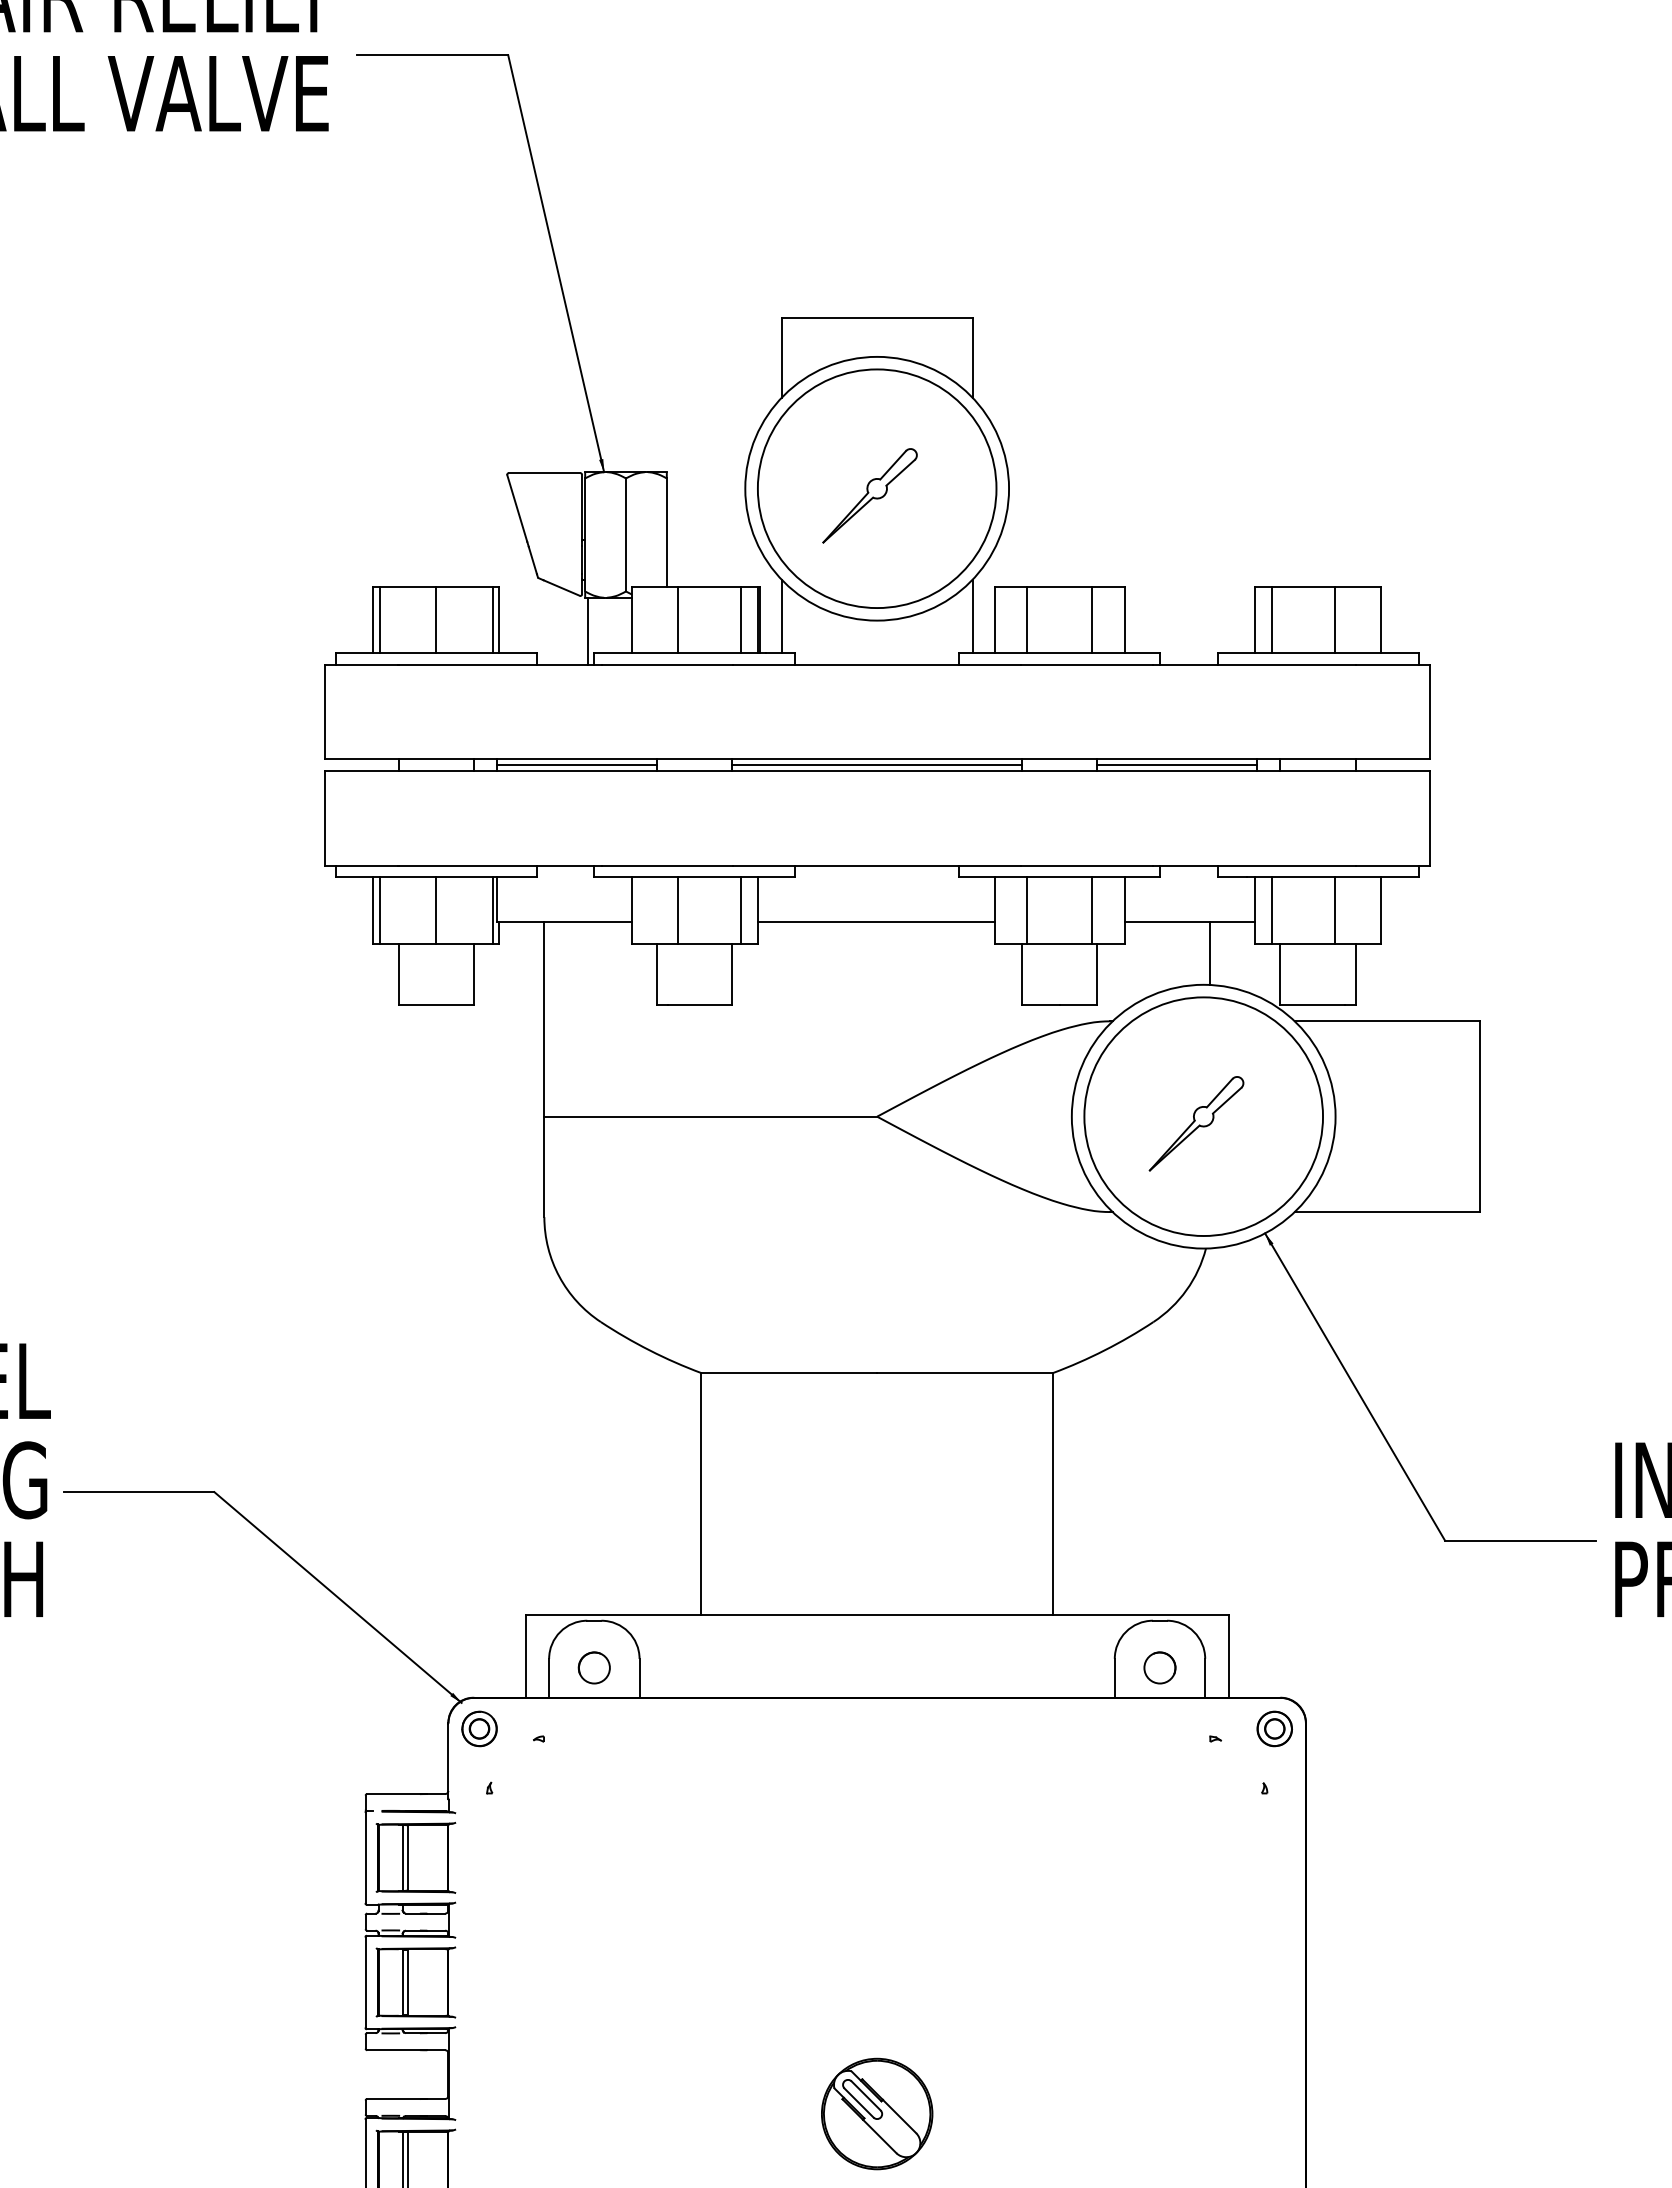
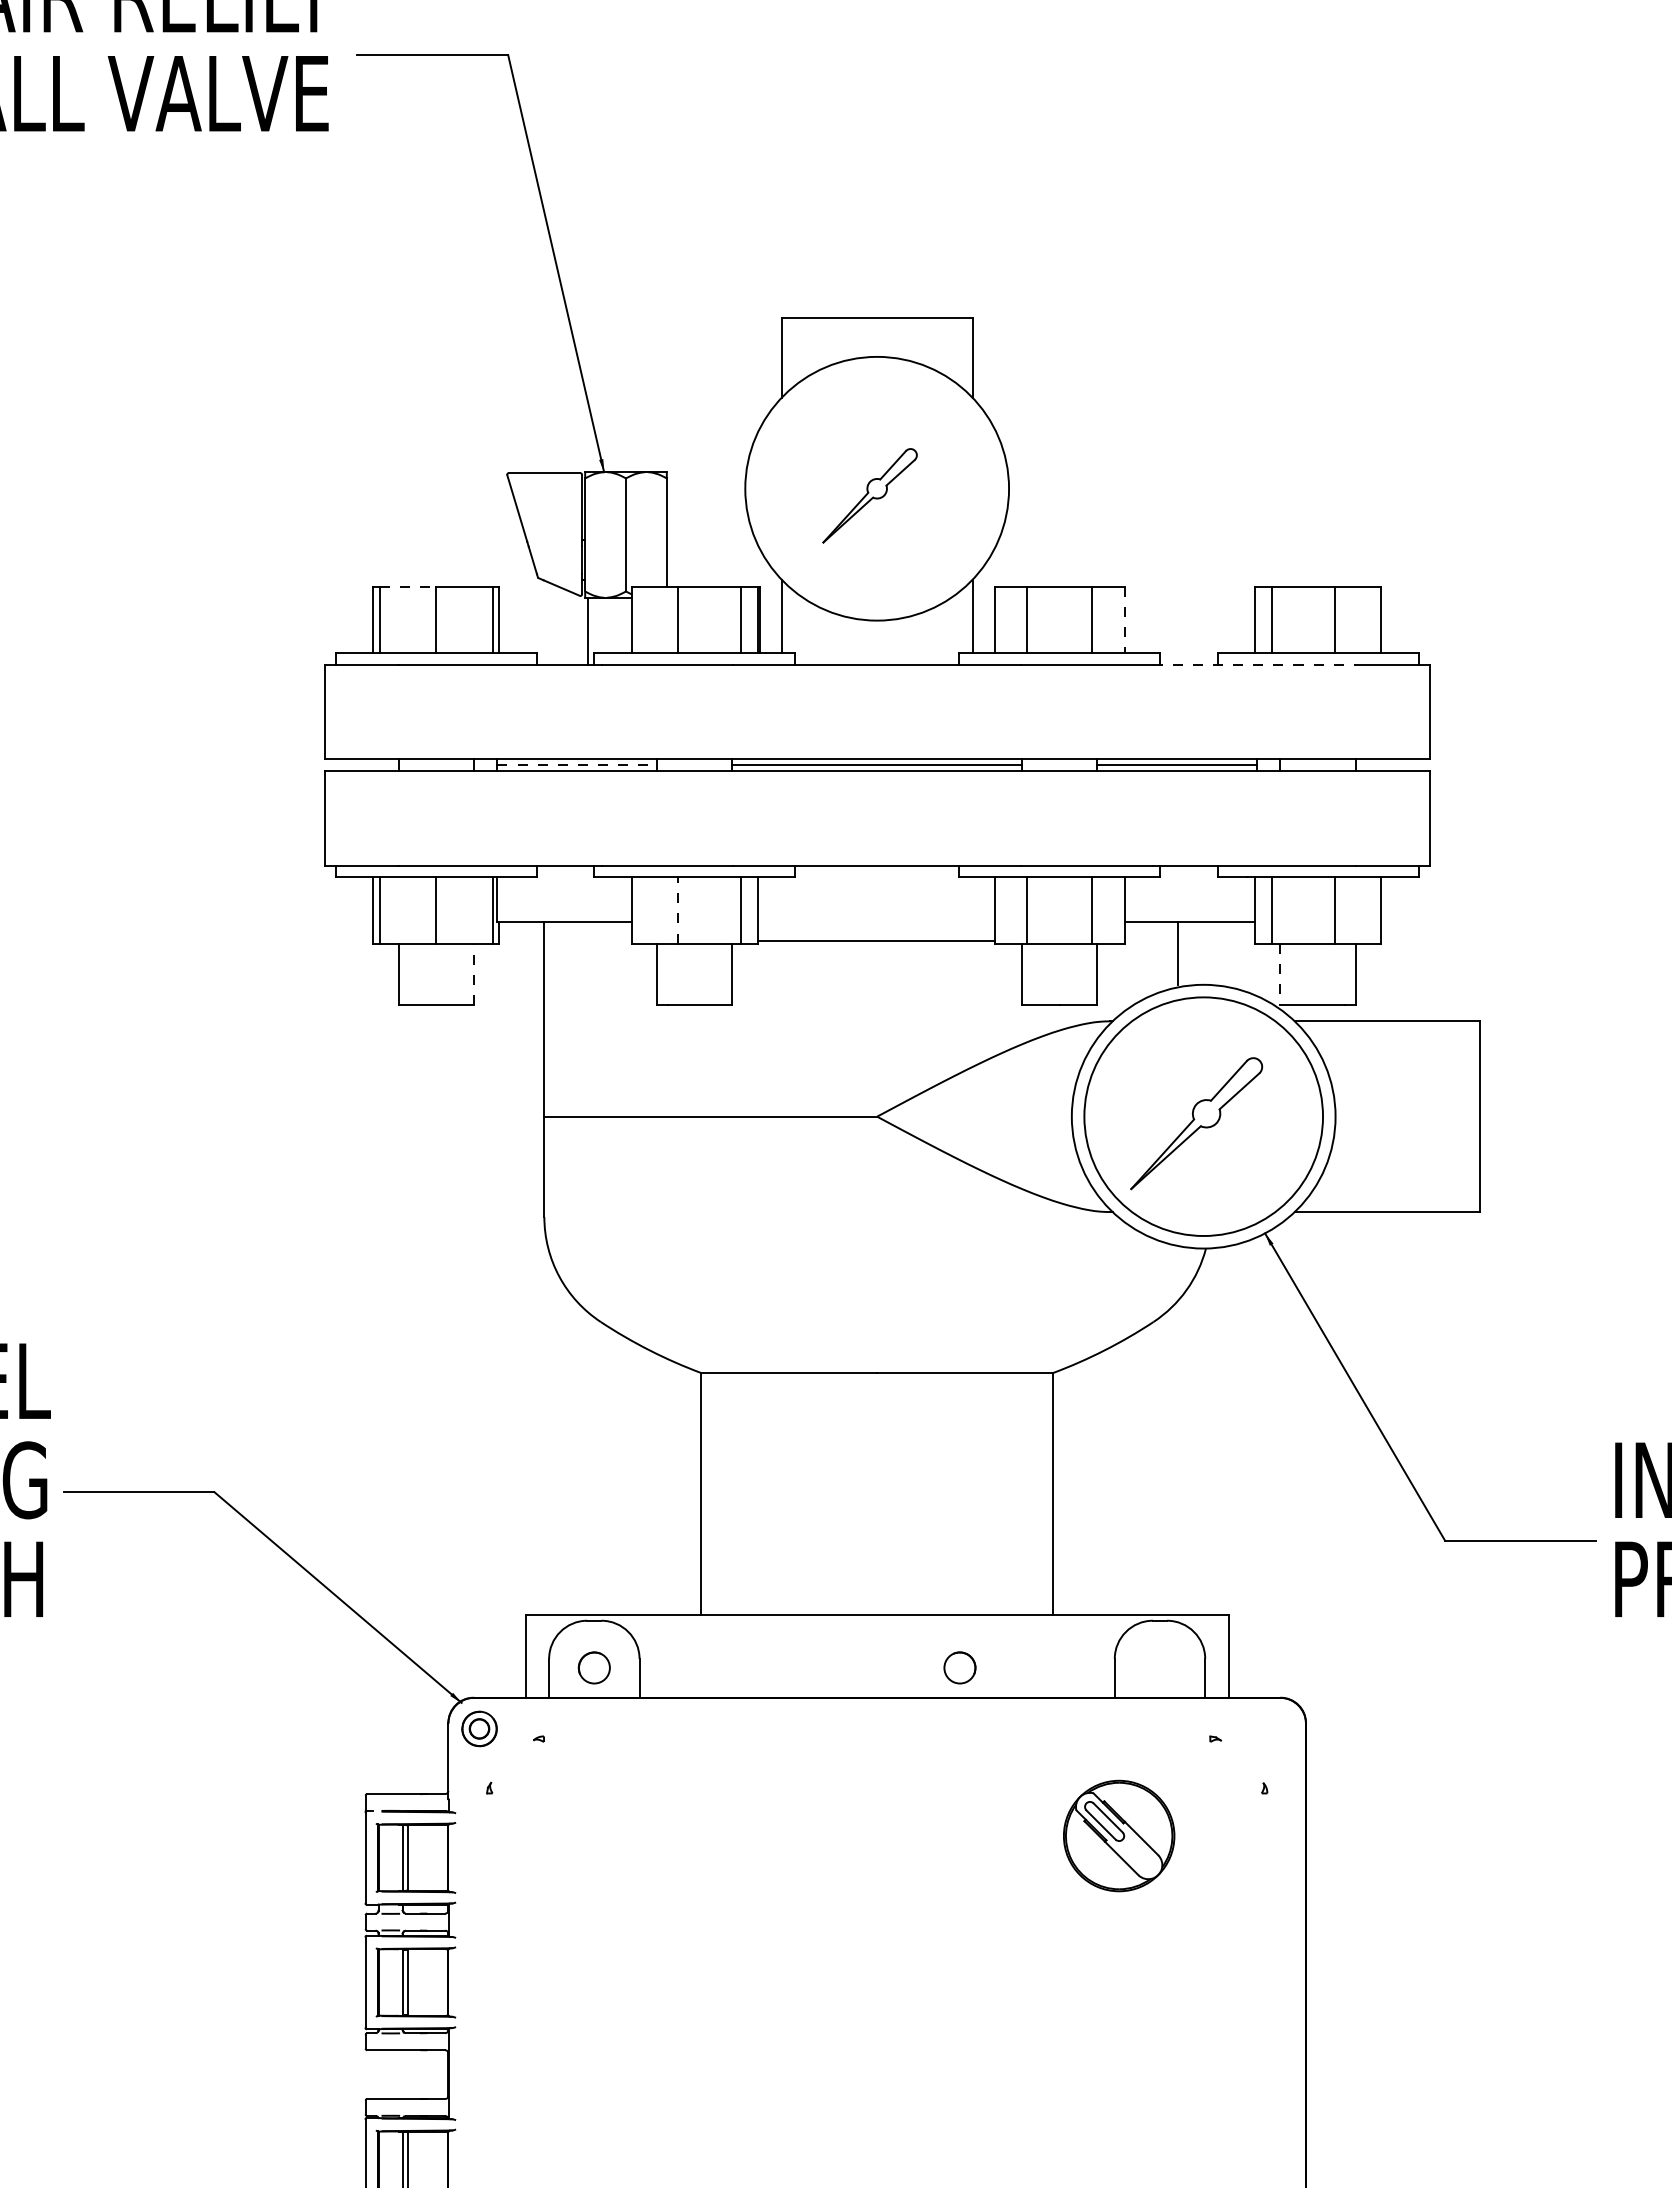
circle at (877, 488): present -> none
line at (408, 586): solid -> dashed
line at (1125, 620): solid -> dashed
line at (1254, 664): solid -> dashed
line at (577, 765): solid -> dashed
line at (677, 909): solid -> dashed
line at (875, 921) position: (875, 921) -> (875, 940)
line at (1209, 952) position: (1209, 952) -> (1177, 952)
line at (473, 974): solid -> dashed
line at (1280, 974): solid -> dashed
part at (1196, 1123) size: 97x96 px -> 134x134 px
circle at (1159, 1667) position: (1159, 1667) -> (959, 1667)
part at (1274, 1728): present -> none
part at (877, 2113) position: (877, 2113) -> (1119, 1835)
